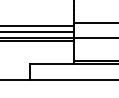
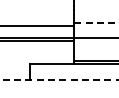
line at (96, 22): solid -> dashed
line at (38, 31): present -> none
line at (59, 80): solid -> dashed
